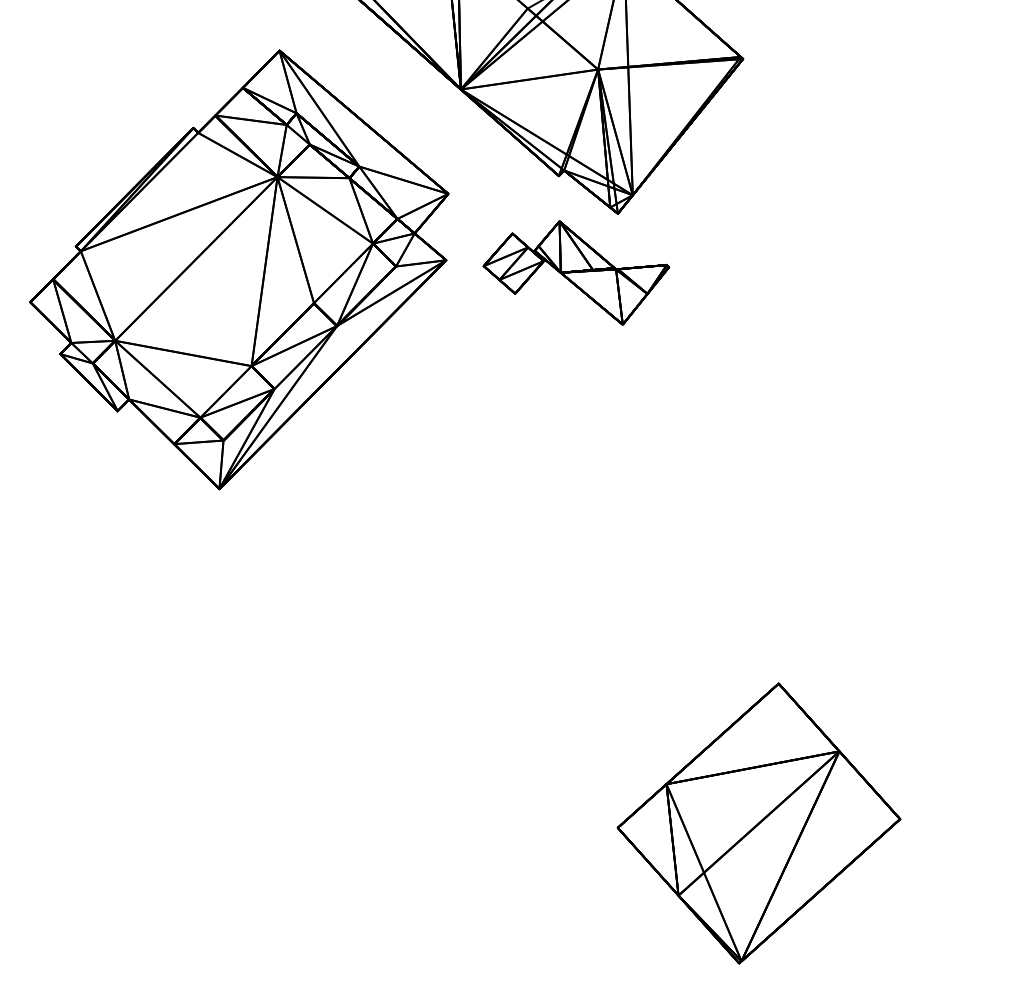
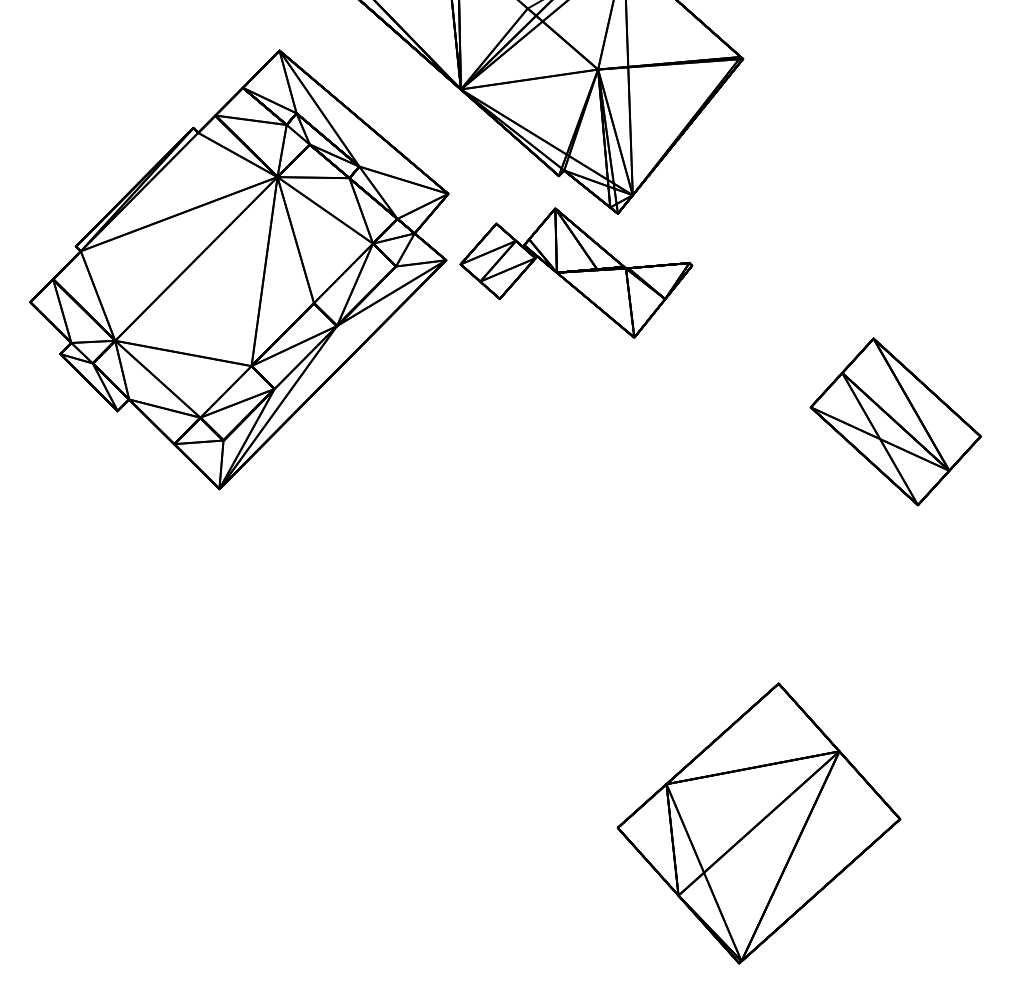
part at (576, 272) size: 189x106 px -> 235x132 px
part at (895, 421): none -> present
